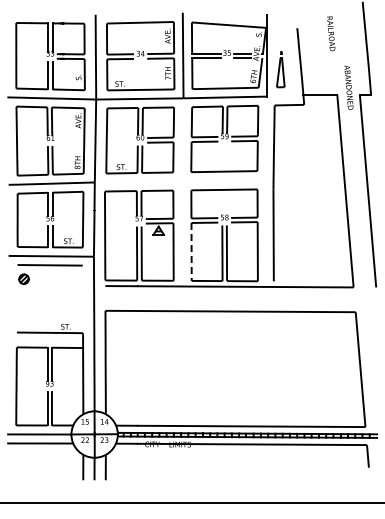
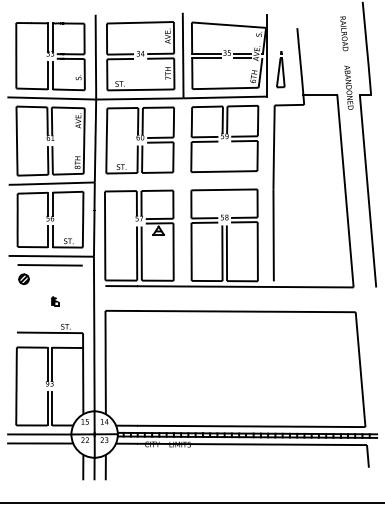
text at (331, 33) position: (331, 33) -> (344, 33)
line at (191, 251): dashed -> solid
part at (55, 301): none -> present
